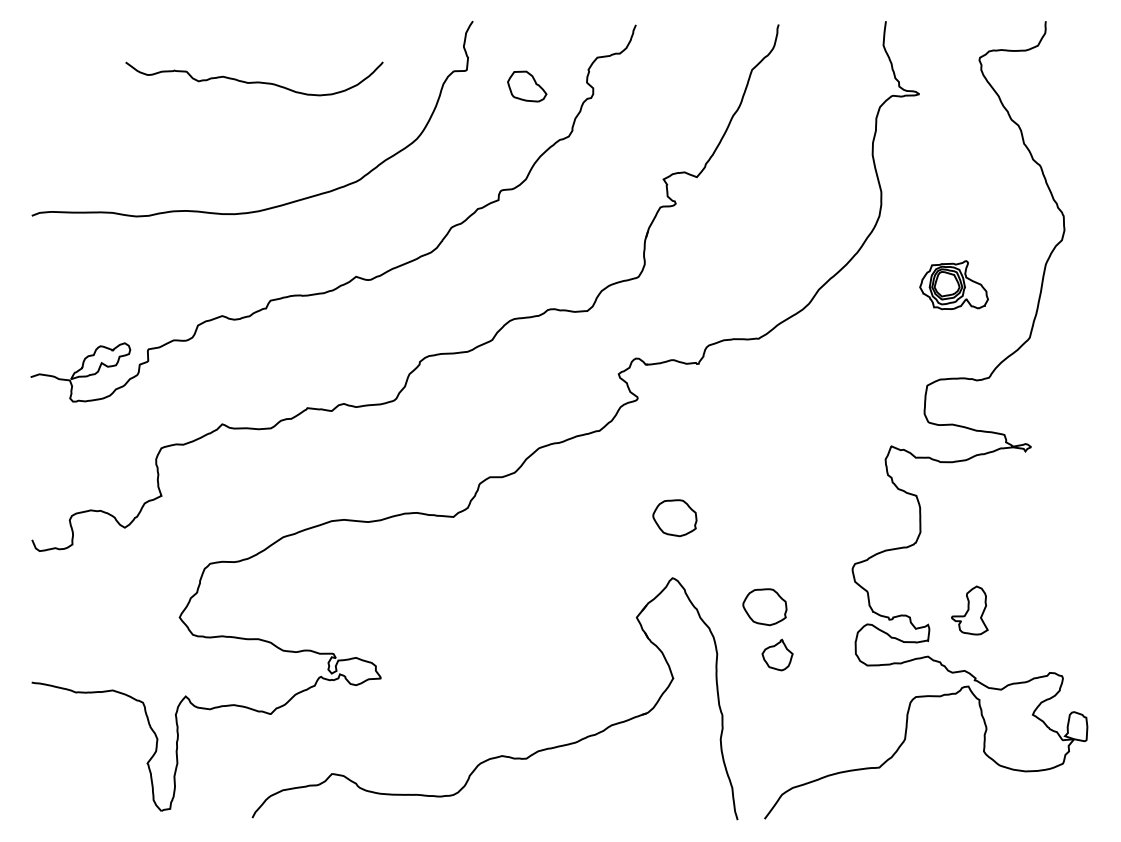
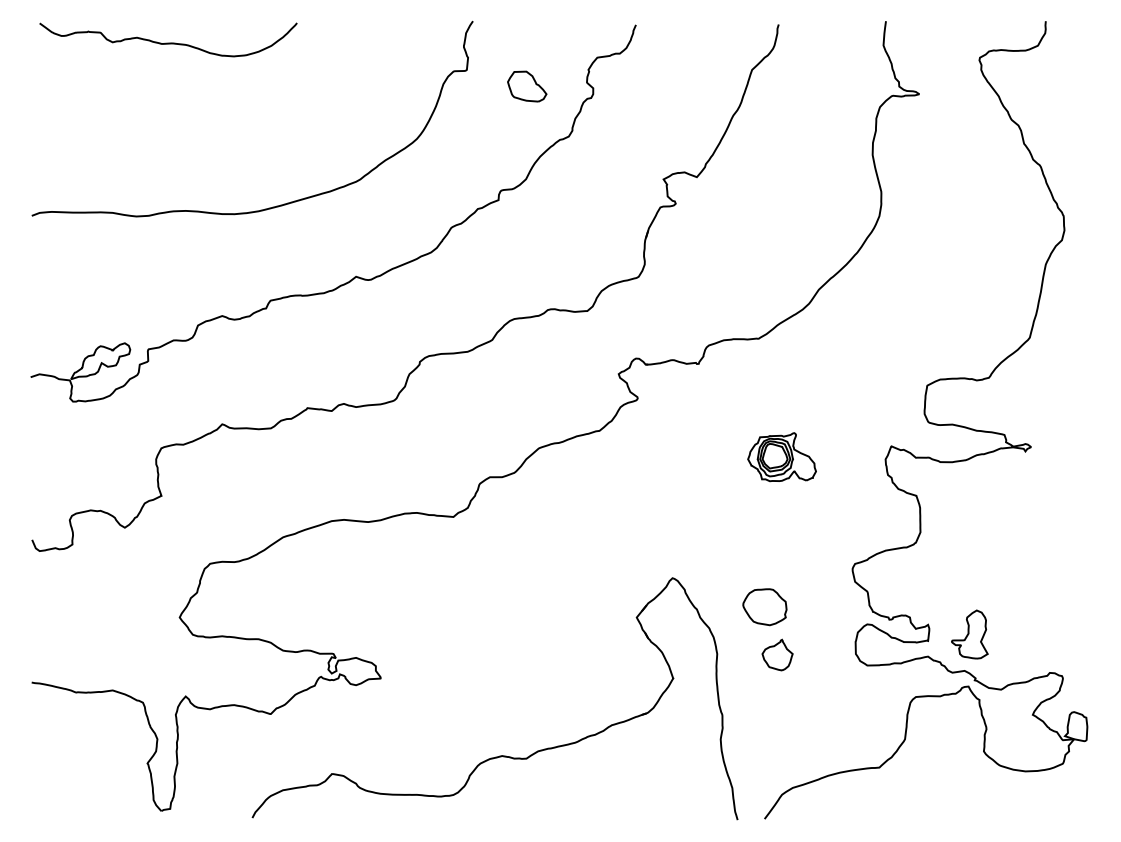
curve at (254, 81) position: (254, 81) -> (168, 42)
part at (953, 285) position: (953, 285) -> (781, 457)
part at (674, 518): present -> none
part at (969, 610) position: (969, 610) -> (969, 634)
